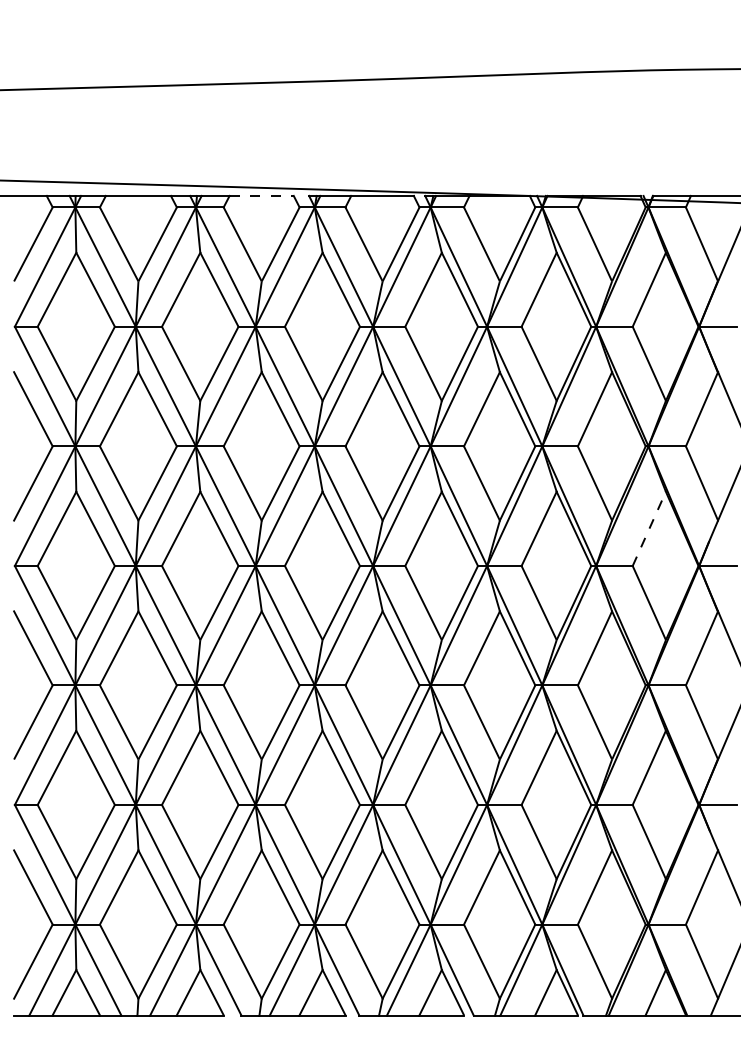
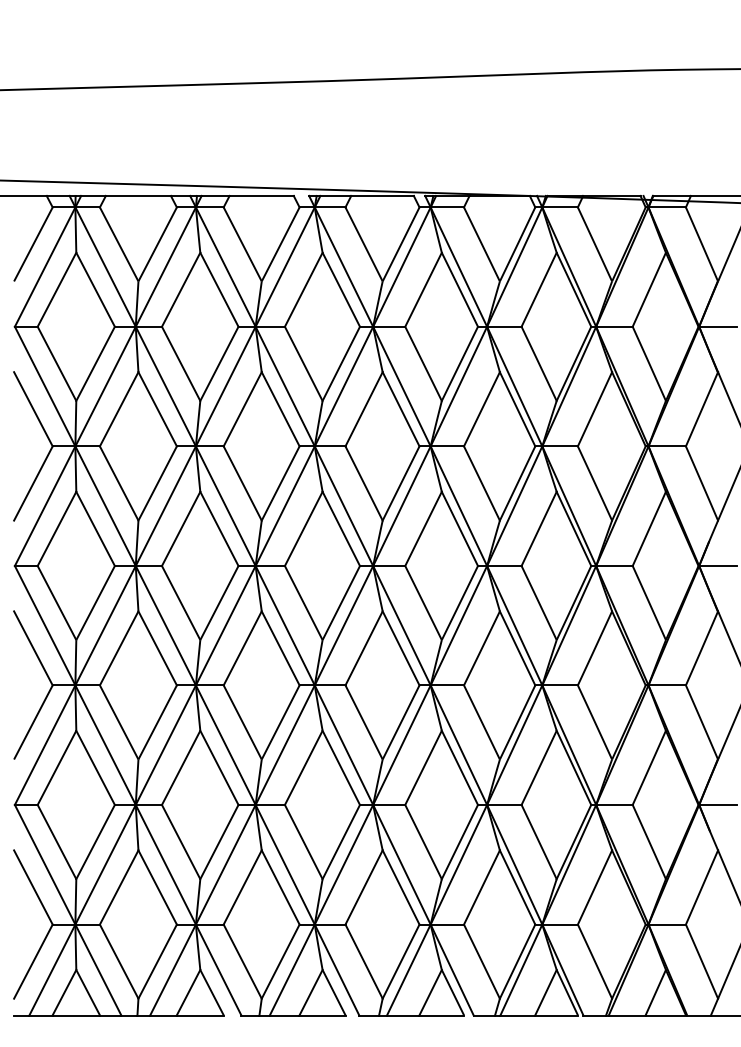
line at (262, 195): dashed -> solid
line at (649, 528): dashed -> solid
